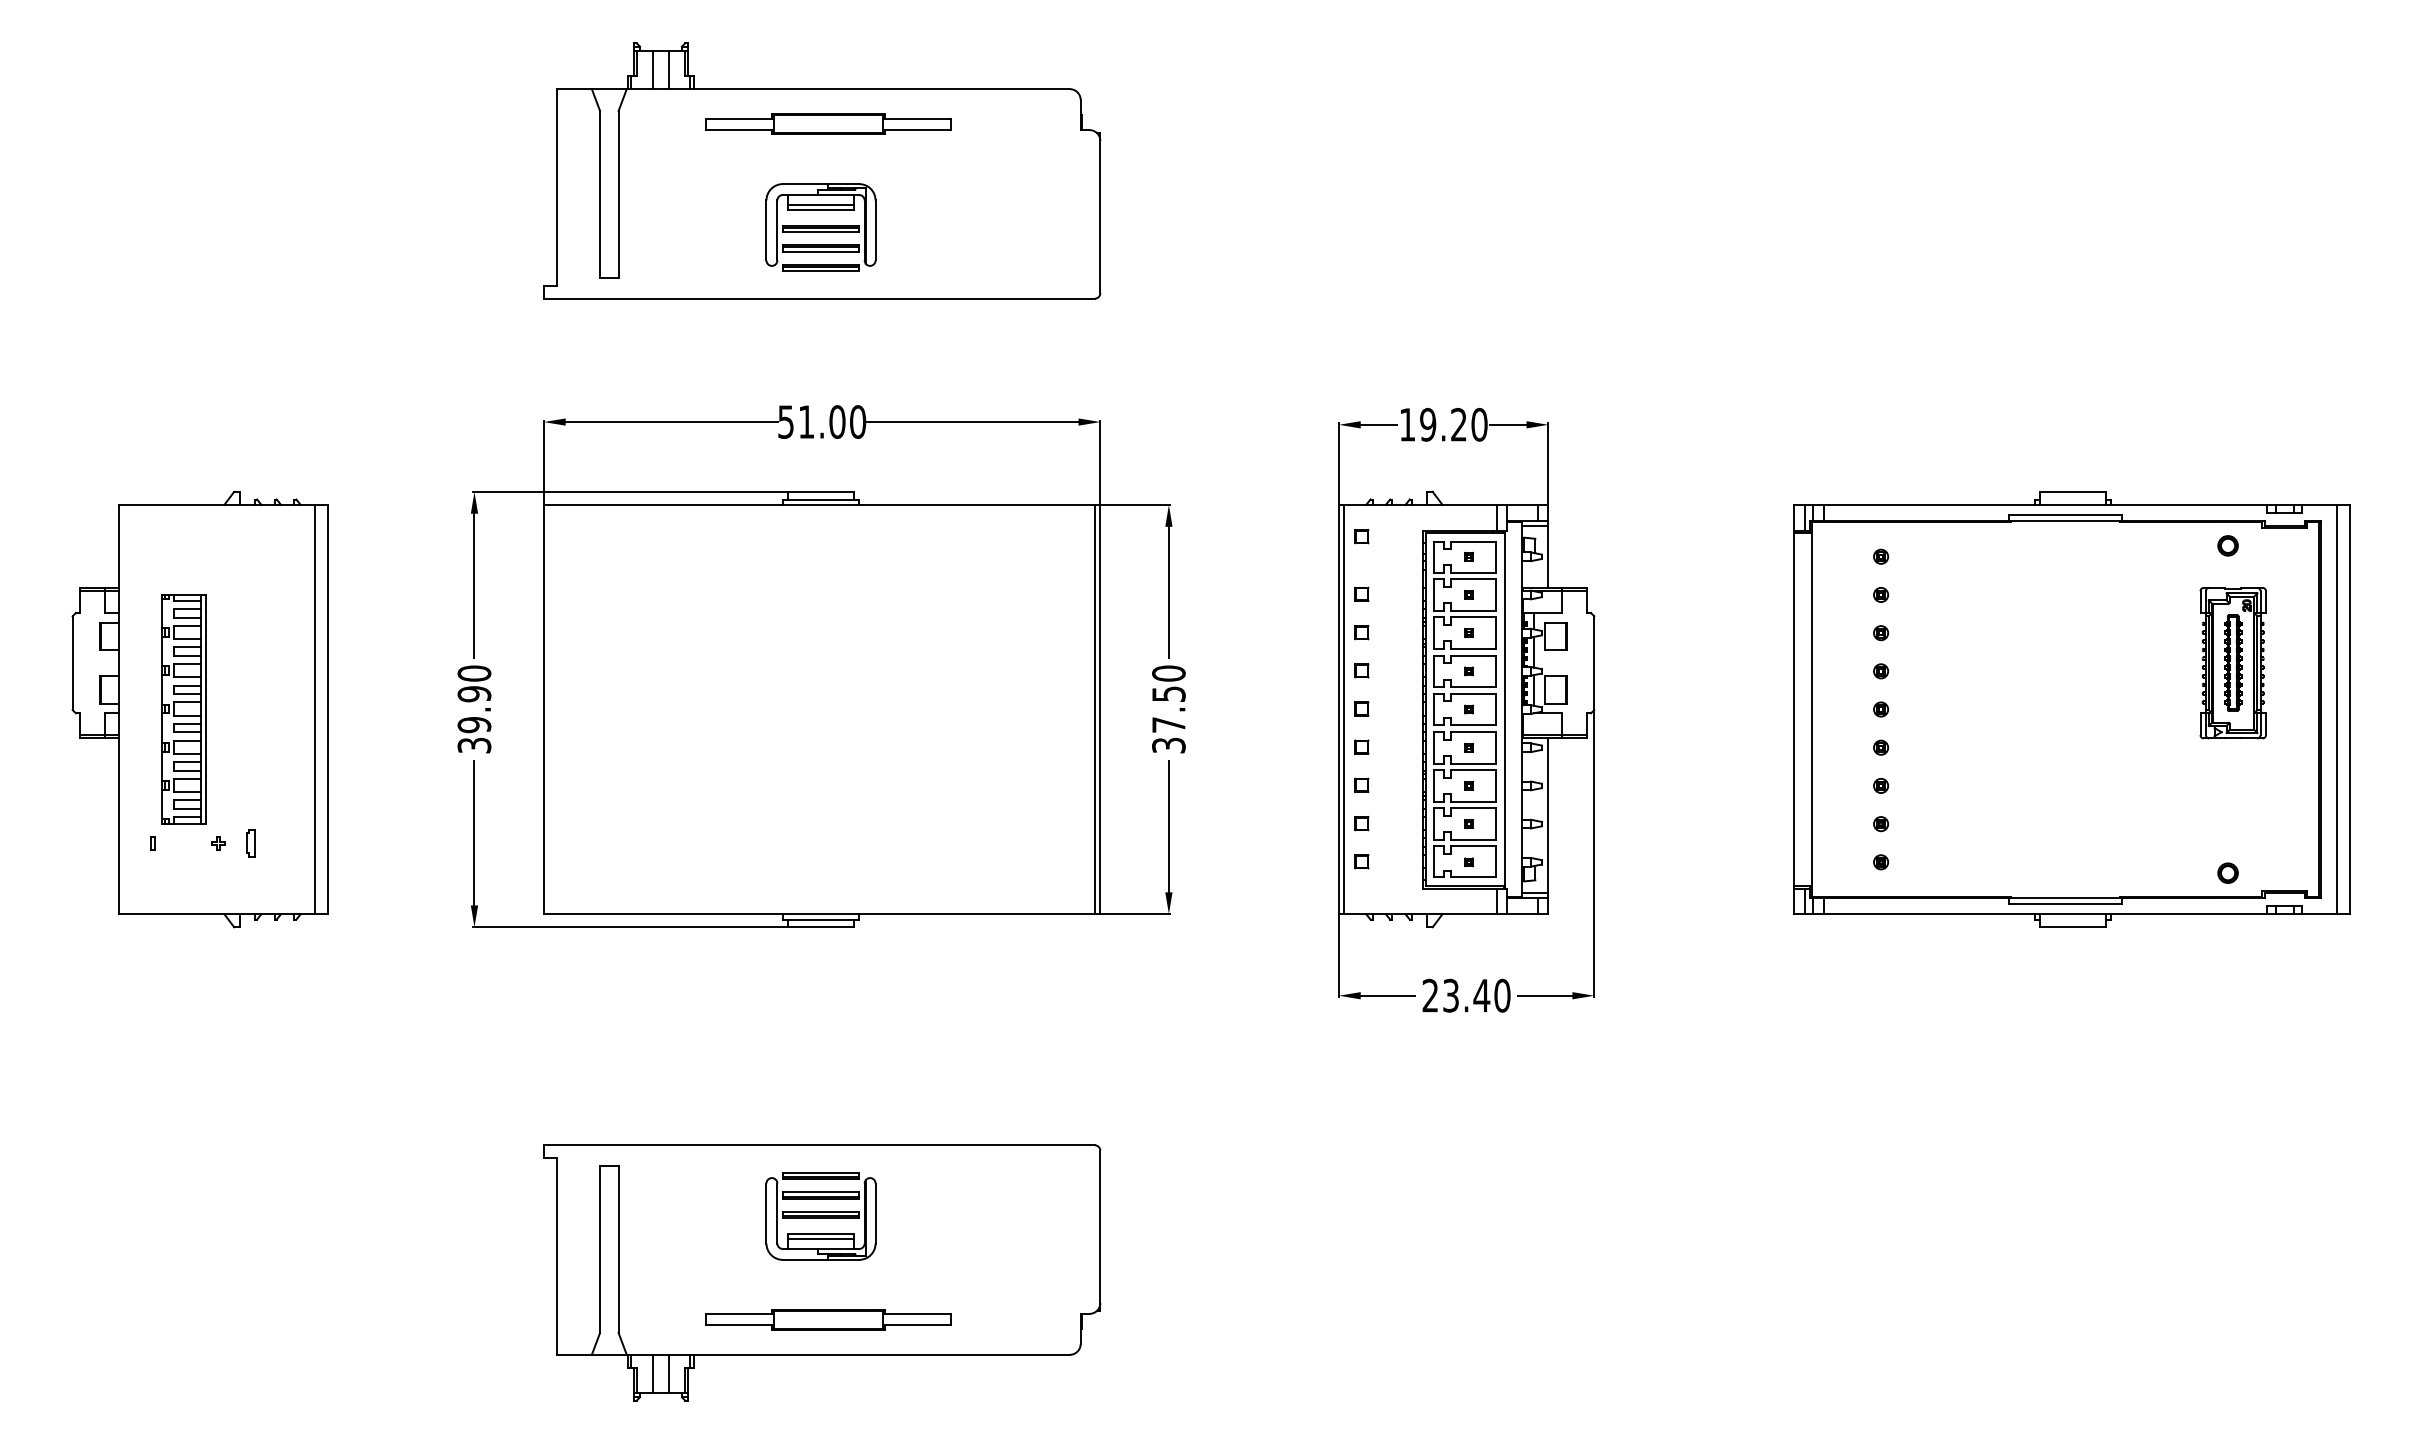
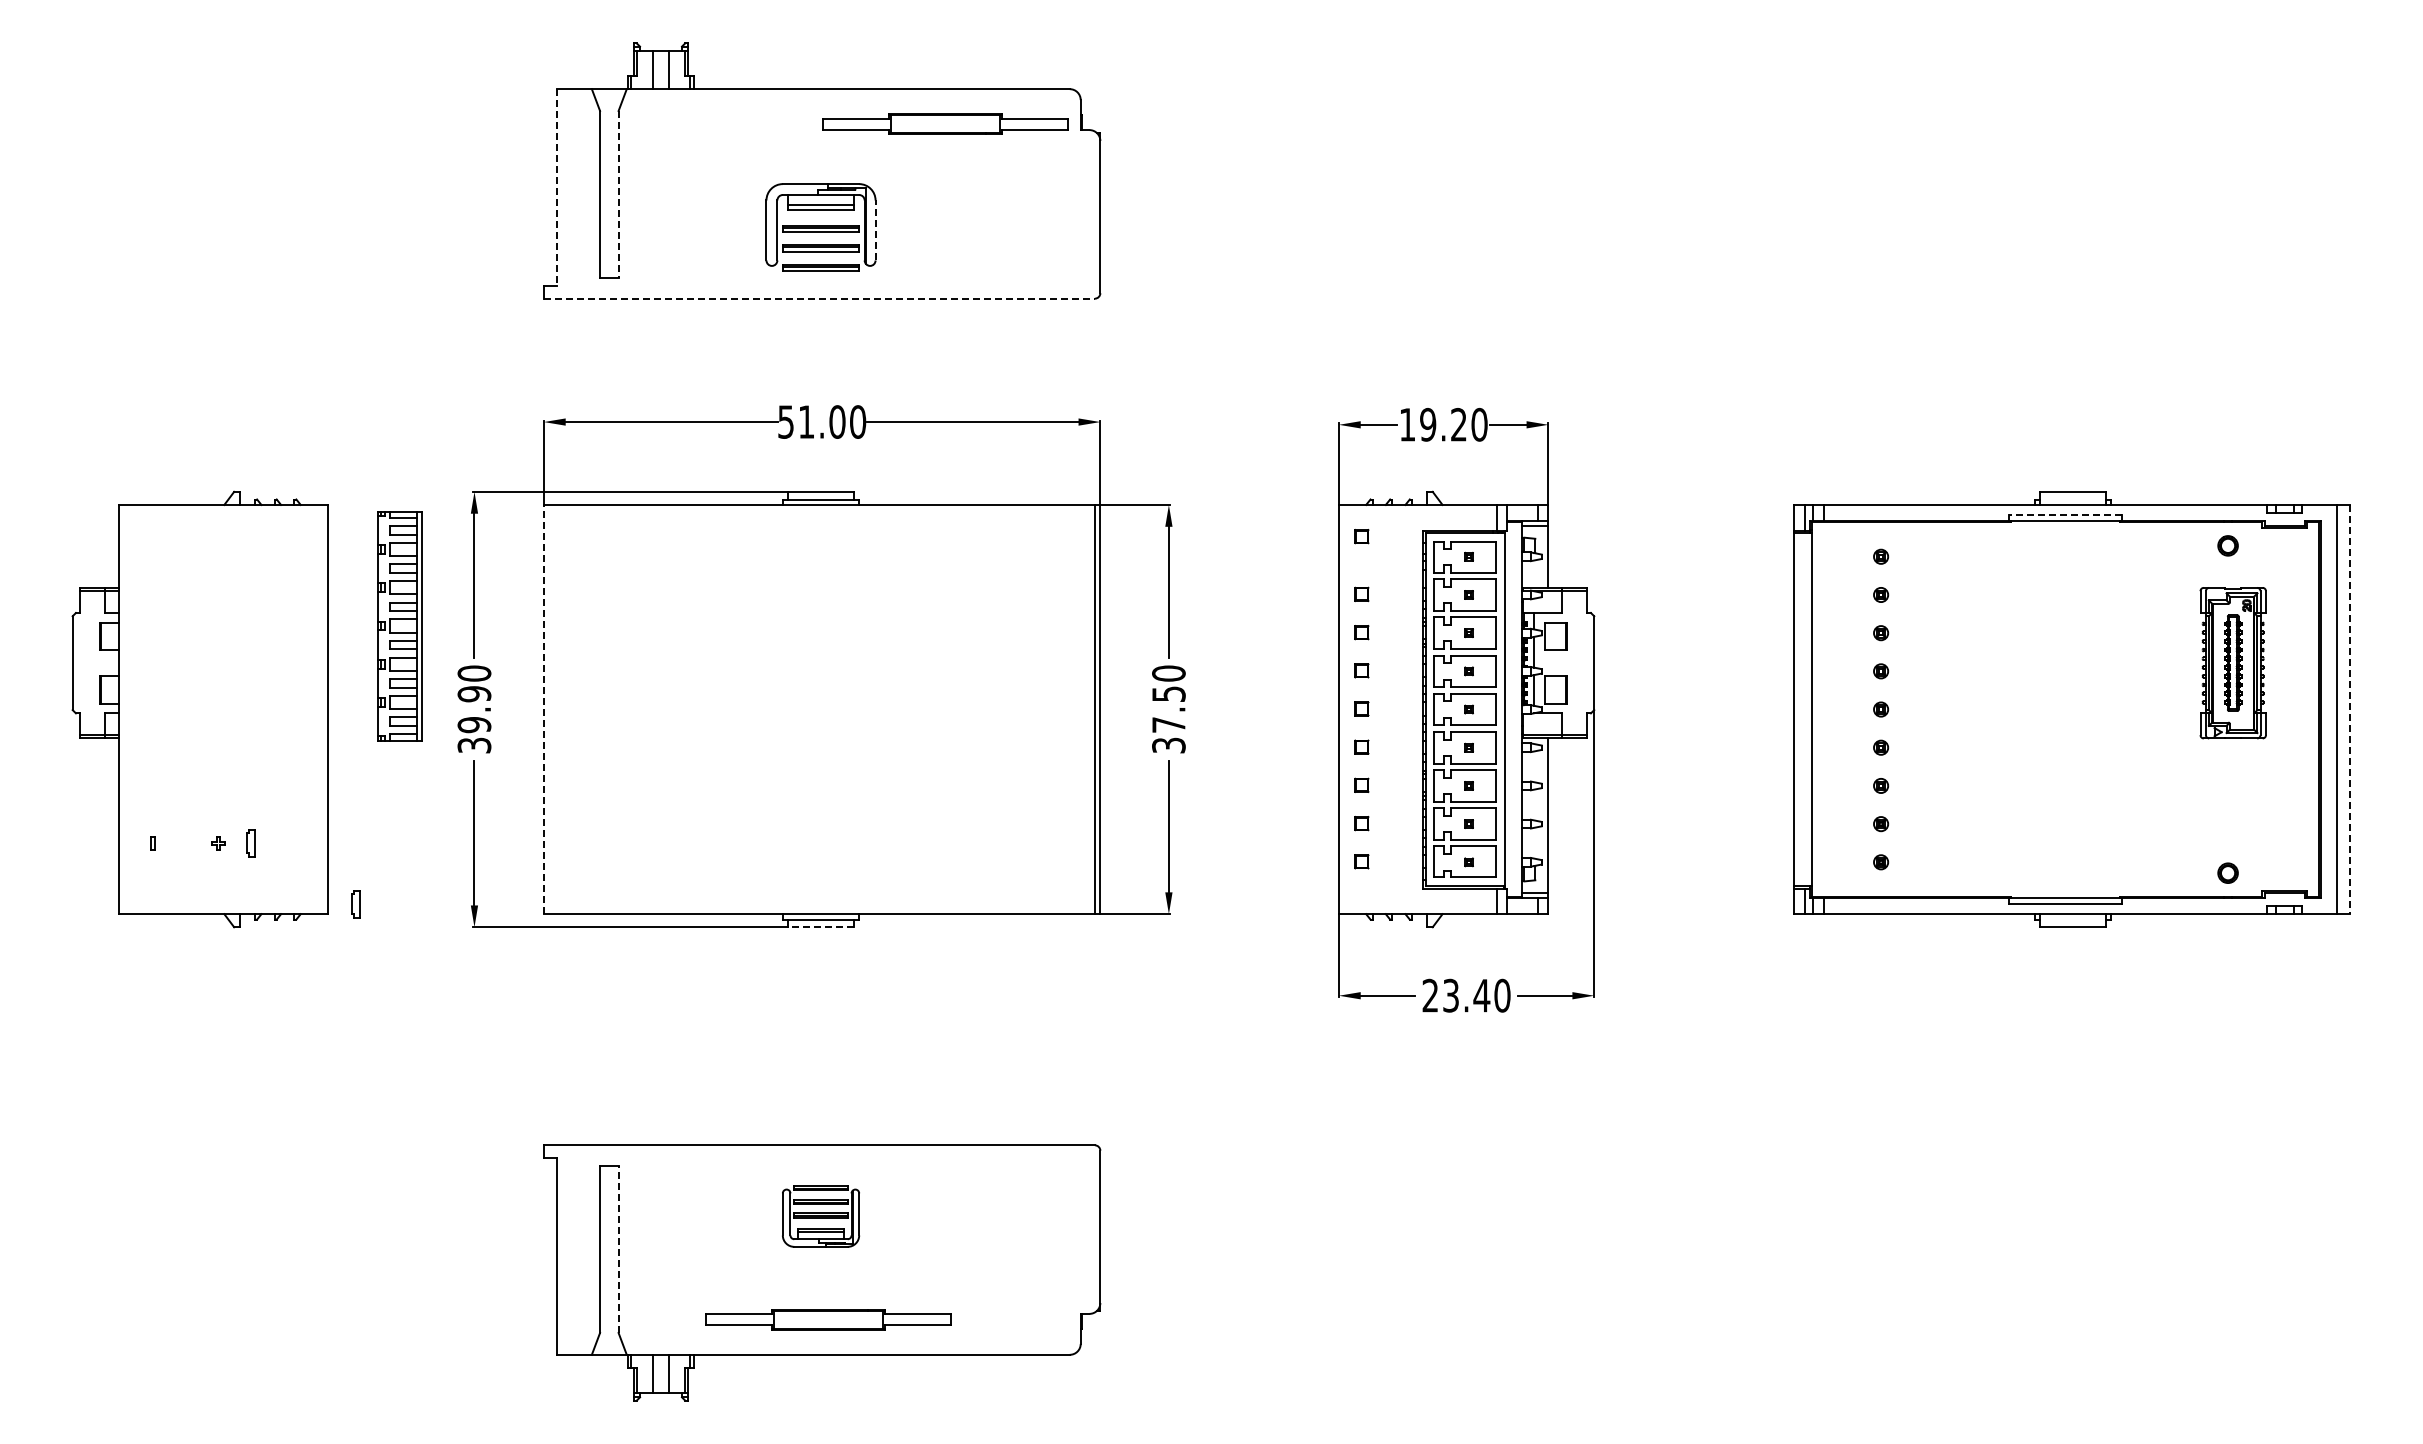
part at (828, 123) position: (828, 123) -> (945, 123)
line at (556, 187): solid -> dashed
line at (618, 194): solid -> dashed
line at (875, 229): solid -> dashed
line at (819, 298): solid -> dashed
line at (2065, 514): solid -> dashed
part at (183, 709) position: (183, 709) -> (399, 626)
line at (314, 709): present -> none
line at (543, 709): solid -> dashed
line at (1344, 709): present -> none
line at (2350, 709): solid -> dashed
part at (355, 904): none -> present
line at (821, 927): solid -> dashed
part at (820, 1216) size: 112x89 px -> 79x63 px
line at (618, 1249): solid -> dashed
